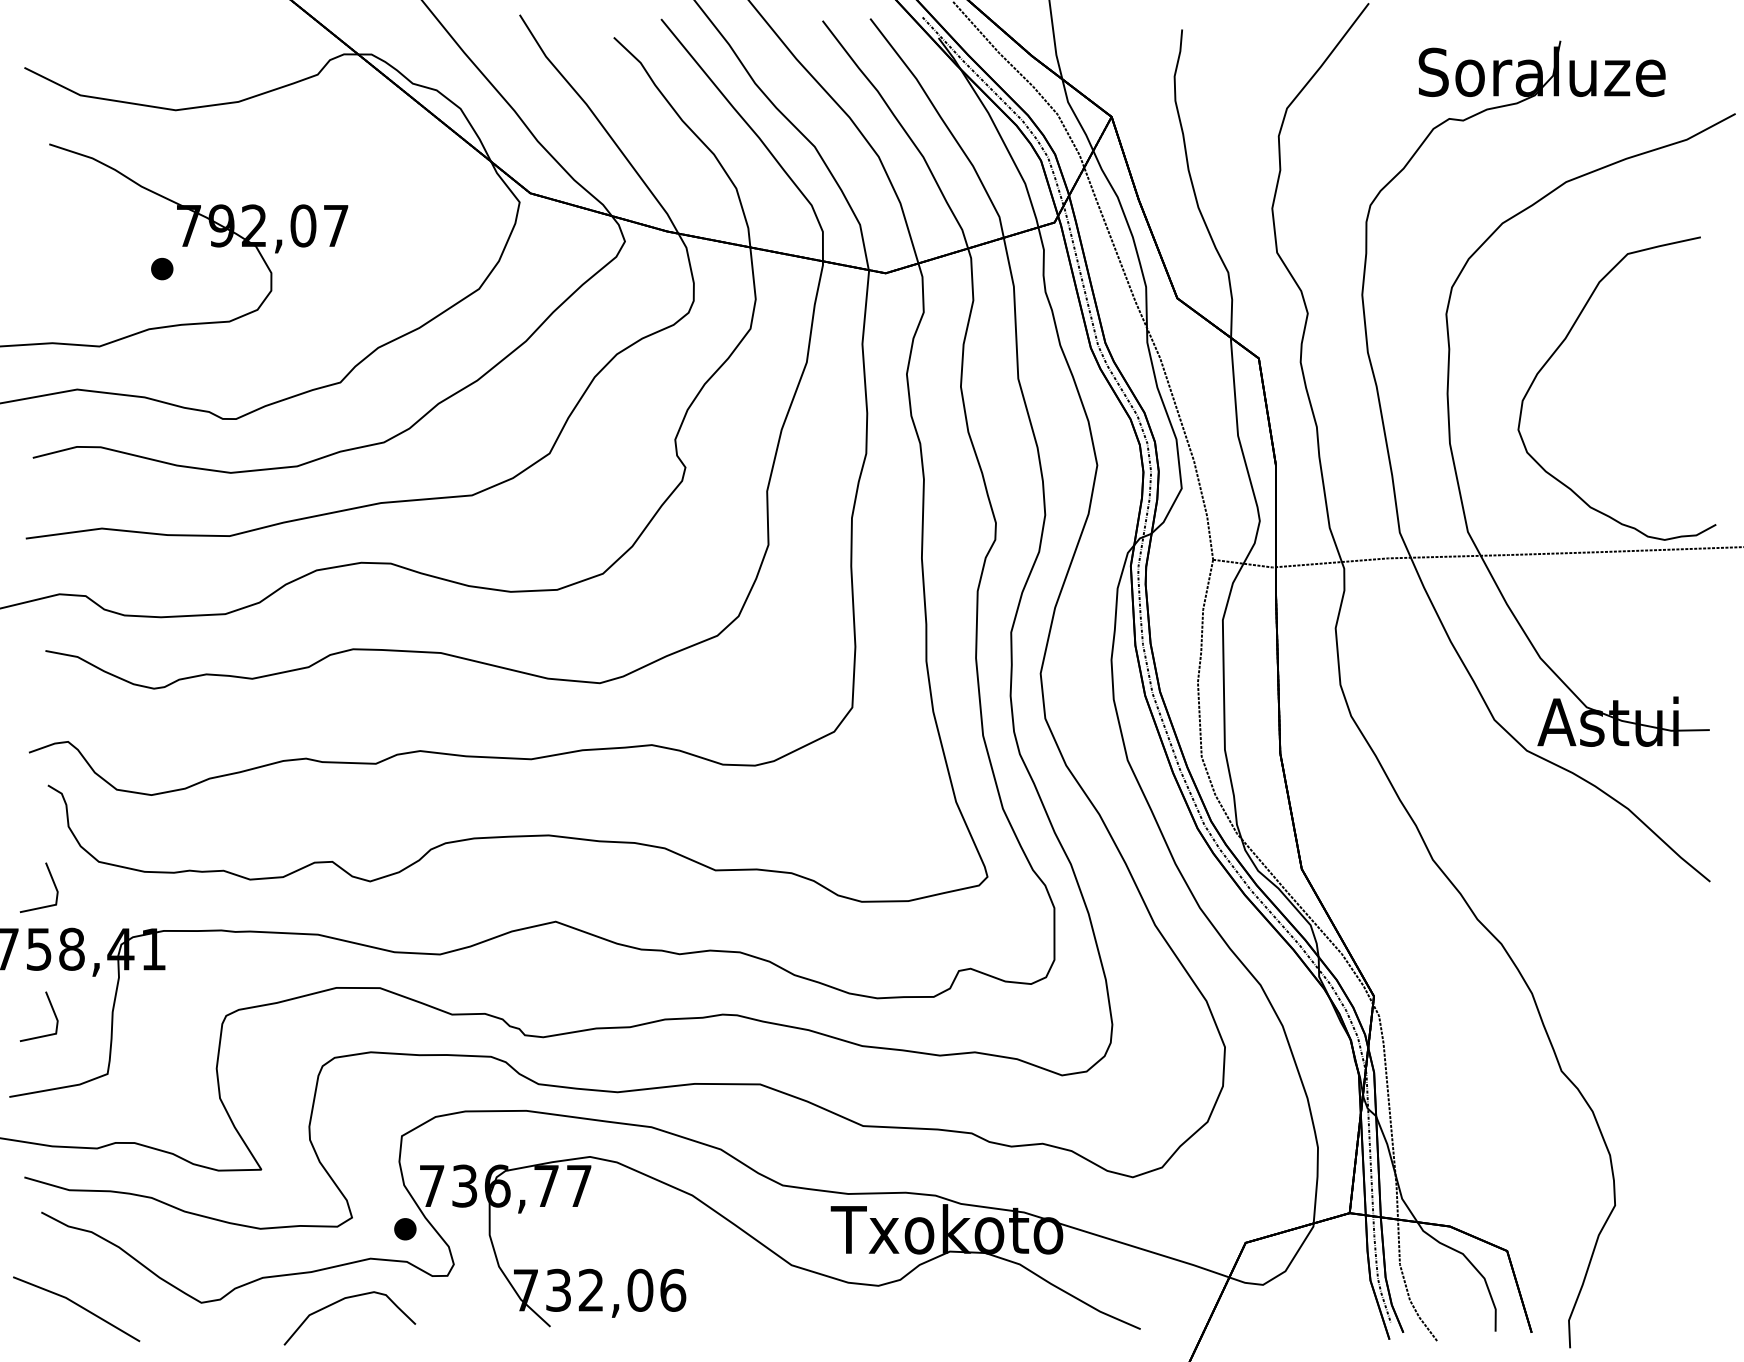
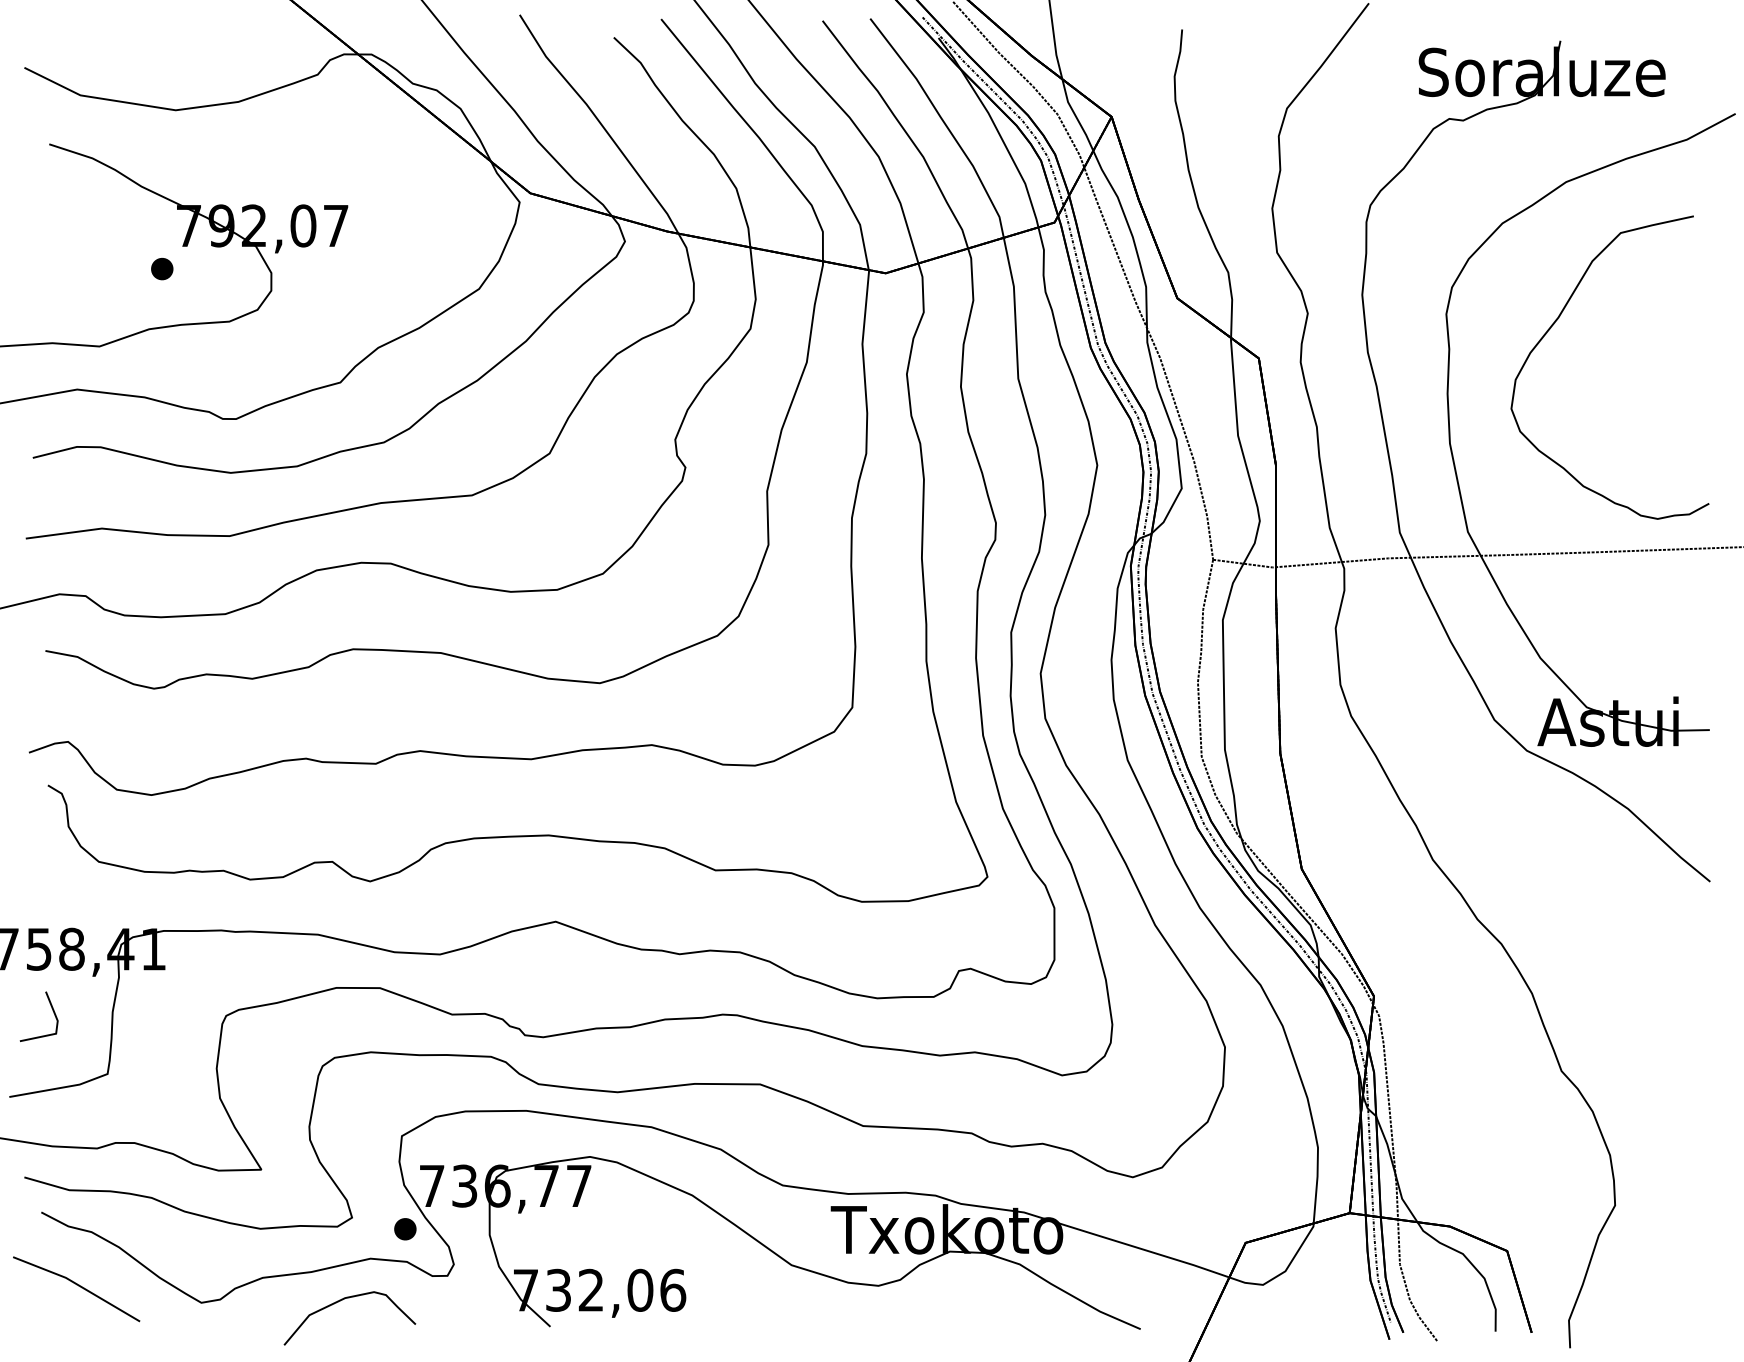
curve at (1561, 345) position: (1561, 345) -> (1554, 324)
line at (52, 881): present -> none
line at (78, 1306) position: (78, 1306) -> (78, 1286)
